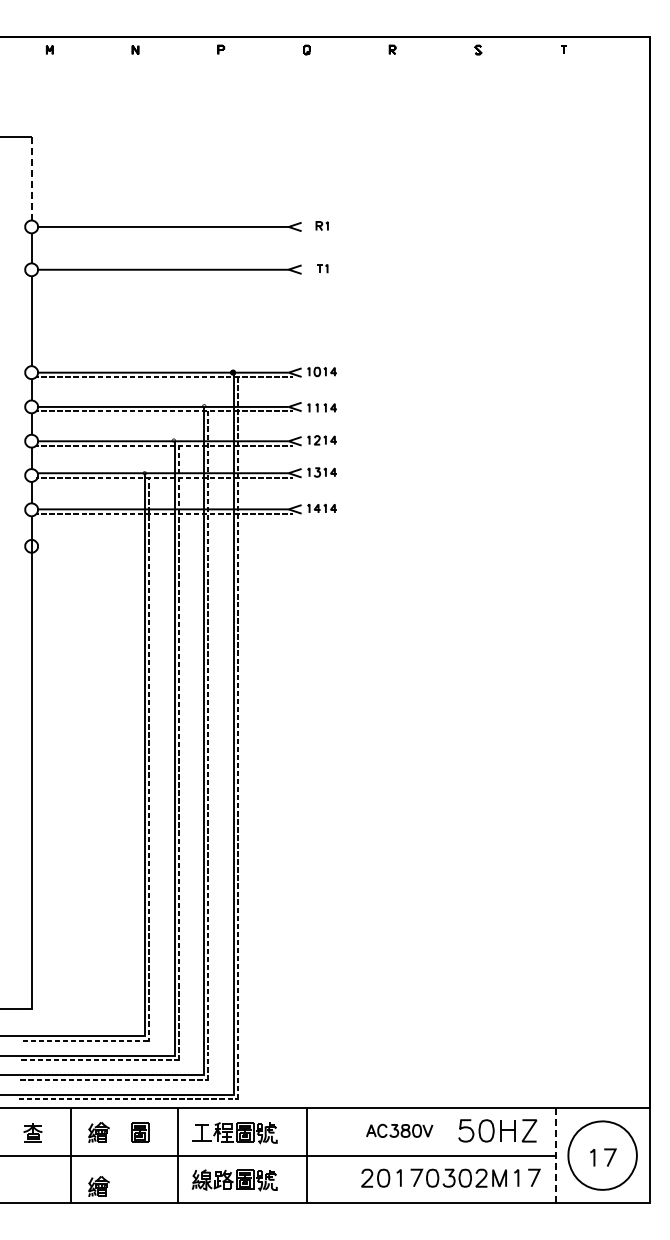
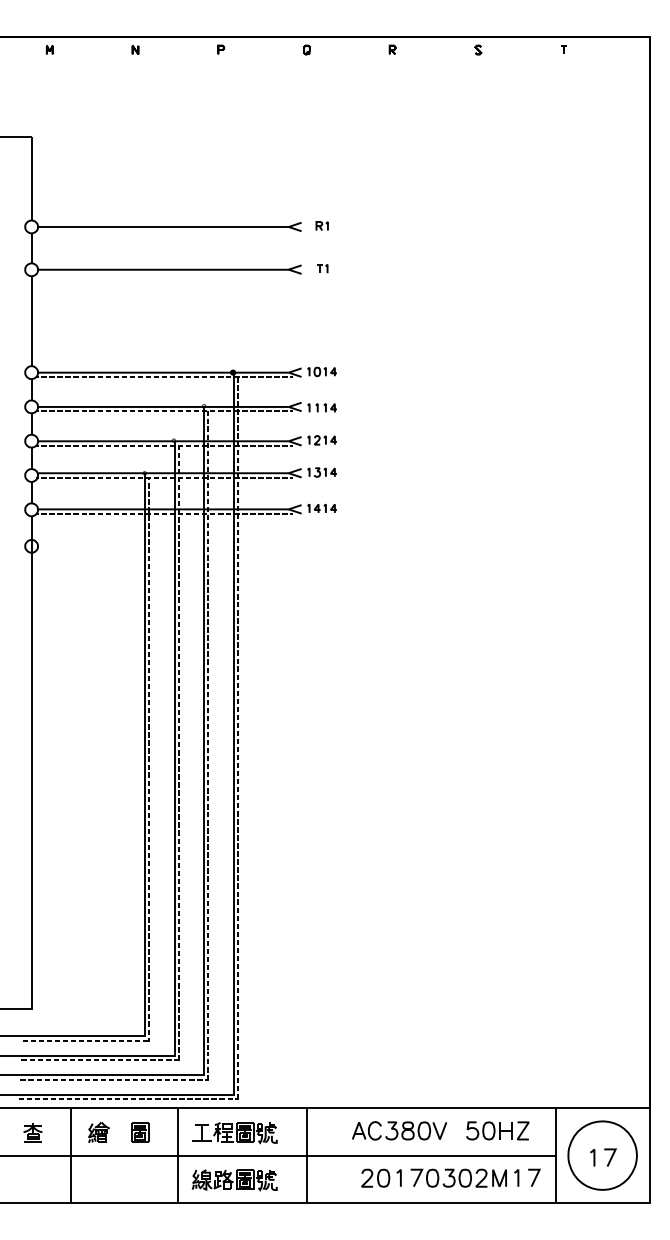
line at (31, 178): dashed -> solid
part at (399, 1130) size: 68x15 px -> 96x20 px
part at (497, 1130) size: 80x24 px -> 64x20 px
line at (555, 1155): dashed -> solid
part at (98, 1186): present -> none
